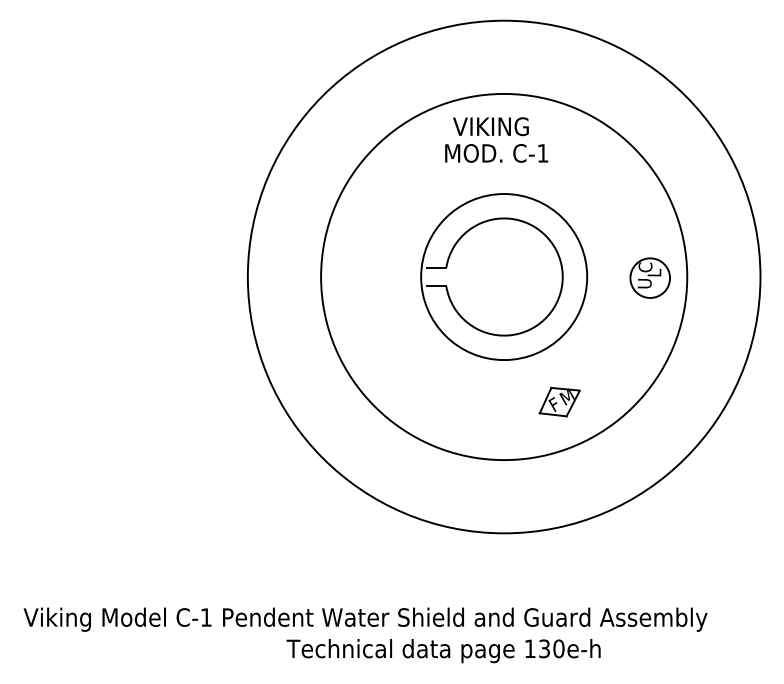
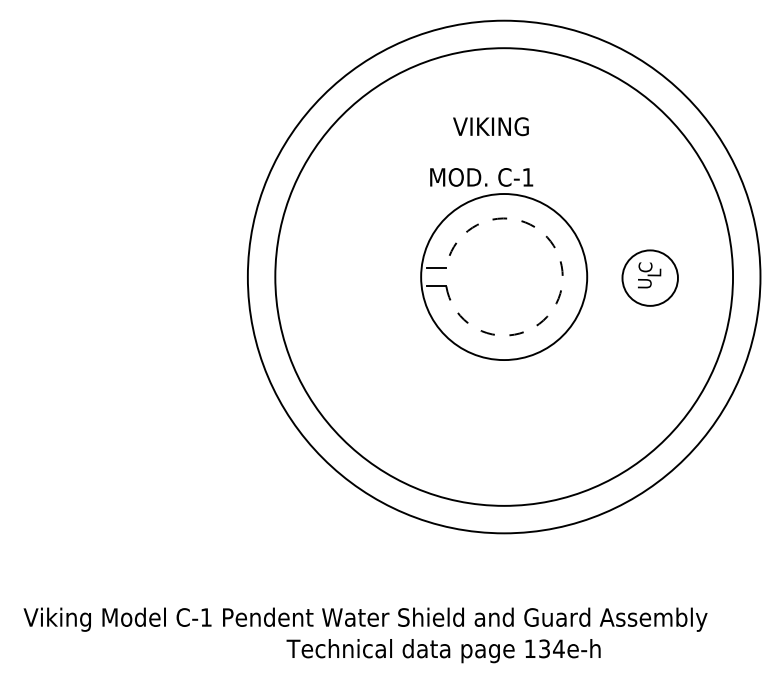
text at (496, 153) position: (496, 153) -> (481, 177)
circle at (504, 276) diameter: 366 px -> 458 px
arc at (562, 277): solid -> dashed
circle at (650, 277) diameter: 40 px -> 55 px
part at (559, 401): present -> none
text at (558, 648): 130e-h -> 134e-h
